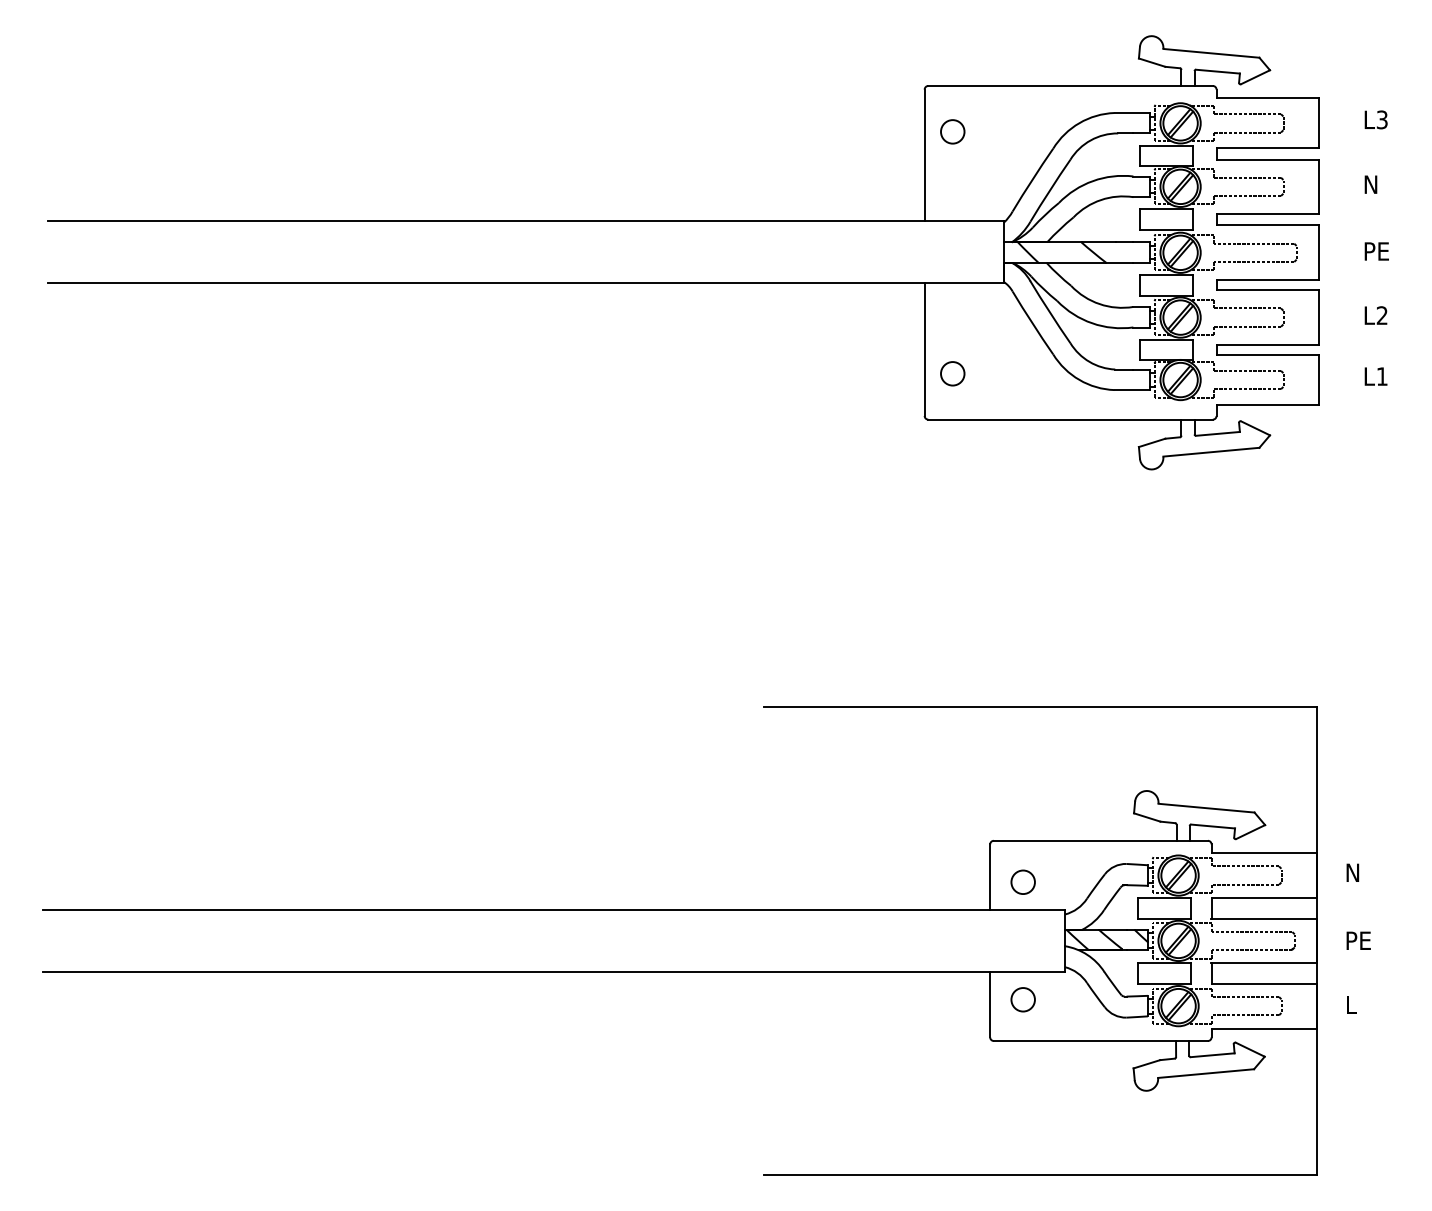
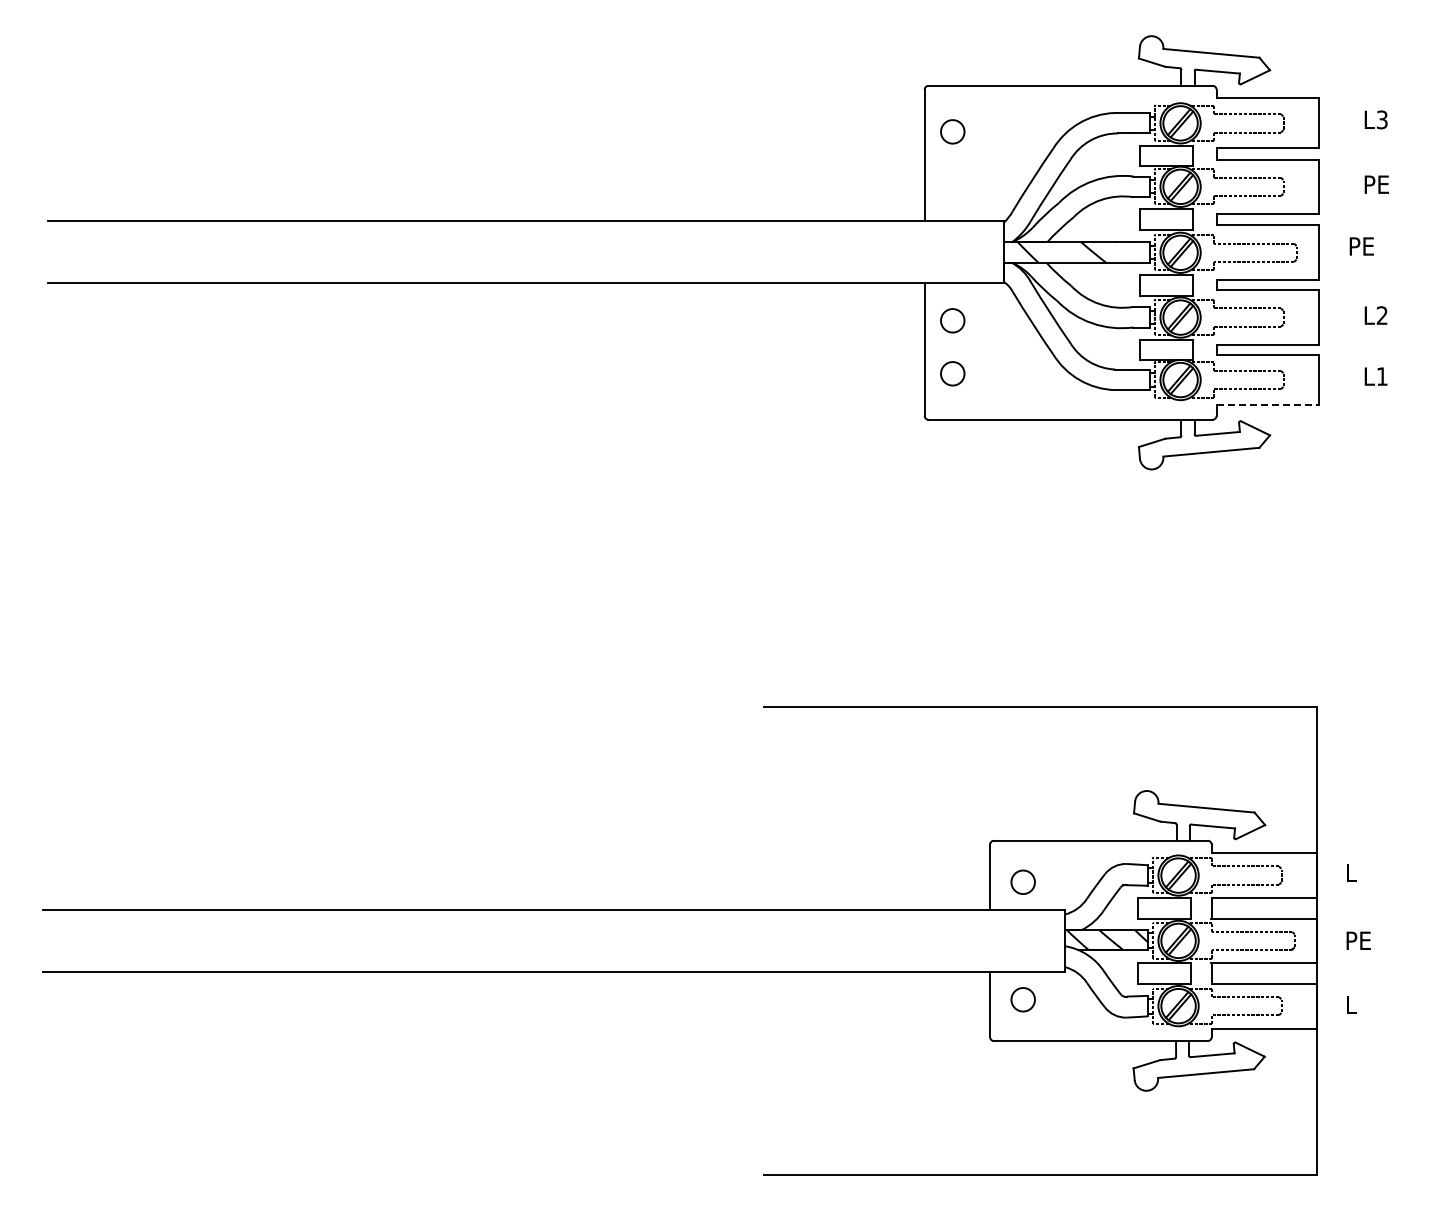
text at (1377, 184): N -> PE
text at (1376, 251) position: (1376, 251) -> (1361, 246)
circle at (952, 320): none -> present
line at (1268, 404): solid -> dashed
text at (1352, 872): N -> L
